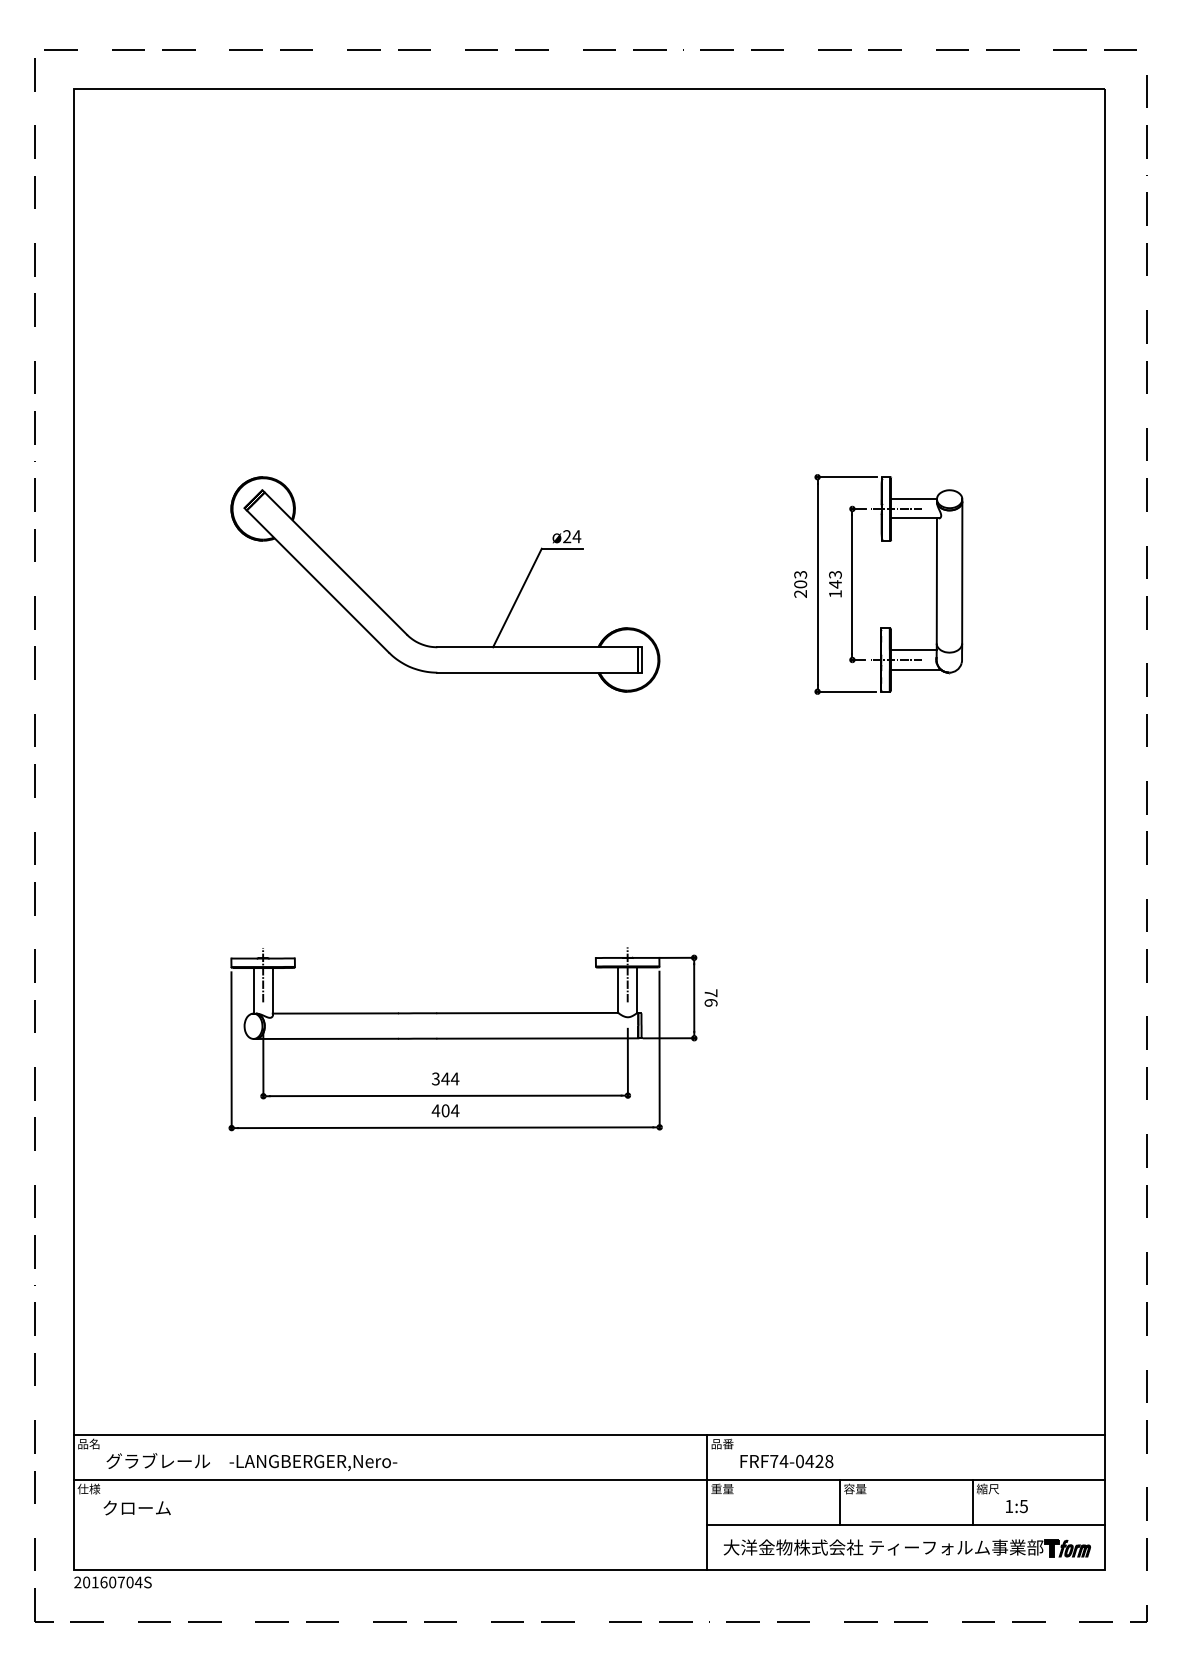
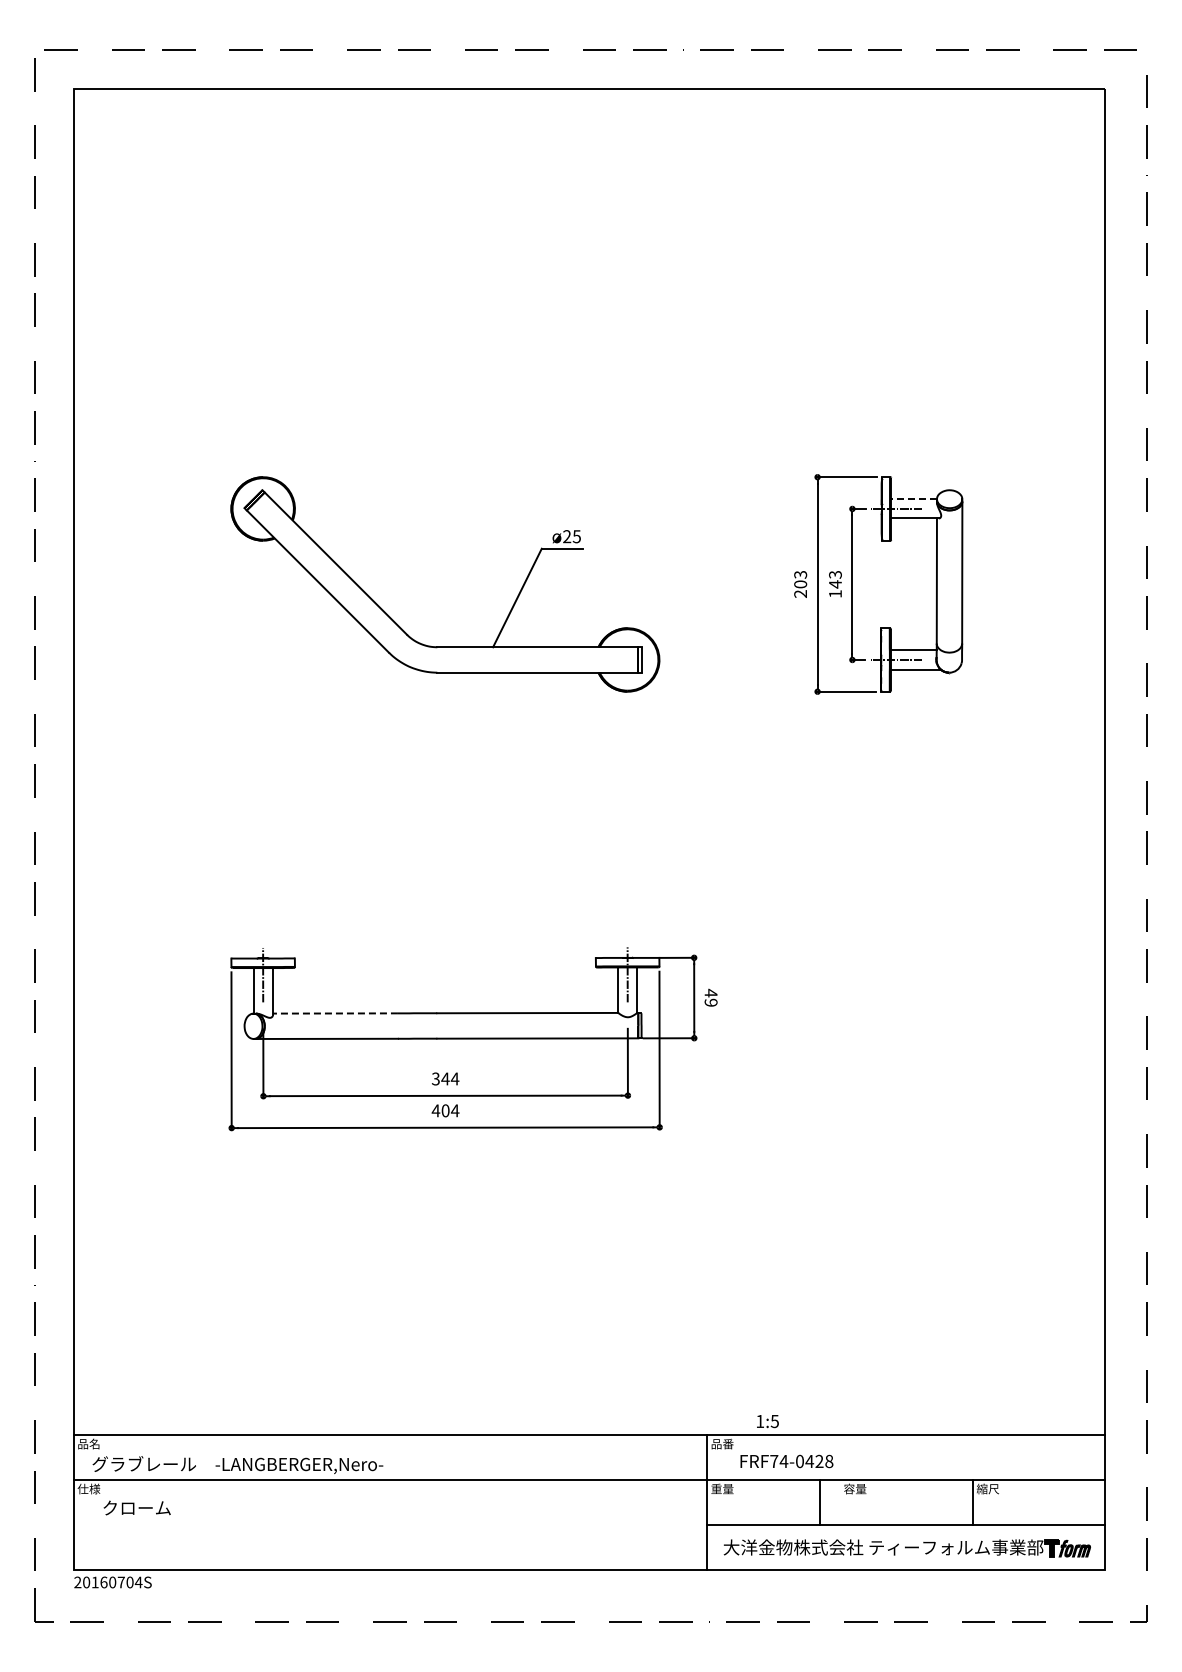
line at (914, 499): solid -> dashed
text at (576, 536): ø24 -> ø25
text at (710, 997): 76 -> 49
line at (335, 1013): solid -> dashed
text at (251, 1461) position: (251, 1461) -> (237, 1464)
line at (839, 1502) position: (839, 1502) -> (819, 1502)
text at (1016, 1506) position: (1016, 1506) -> (767, 1421)
